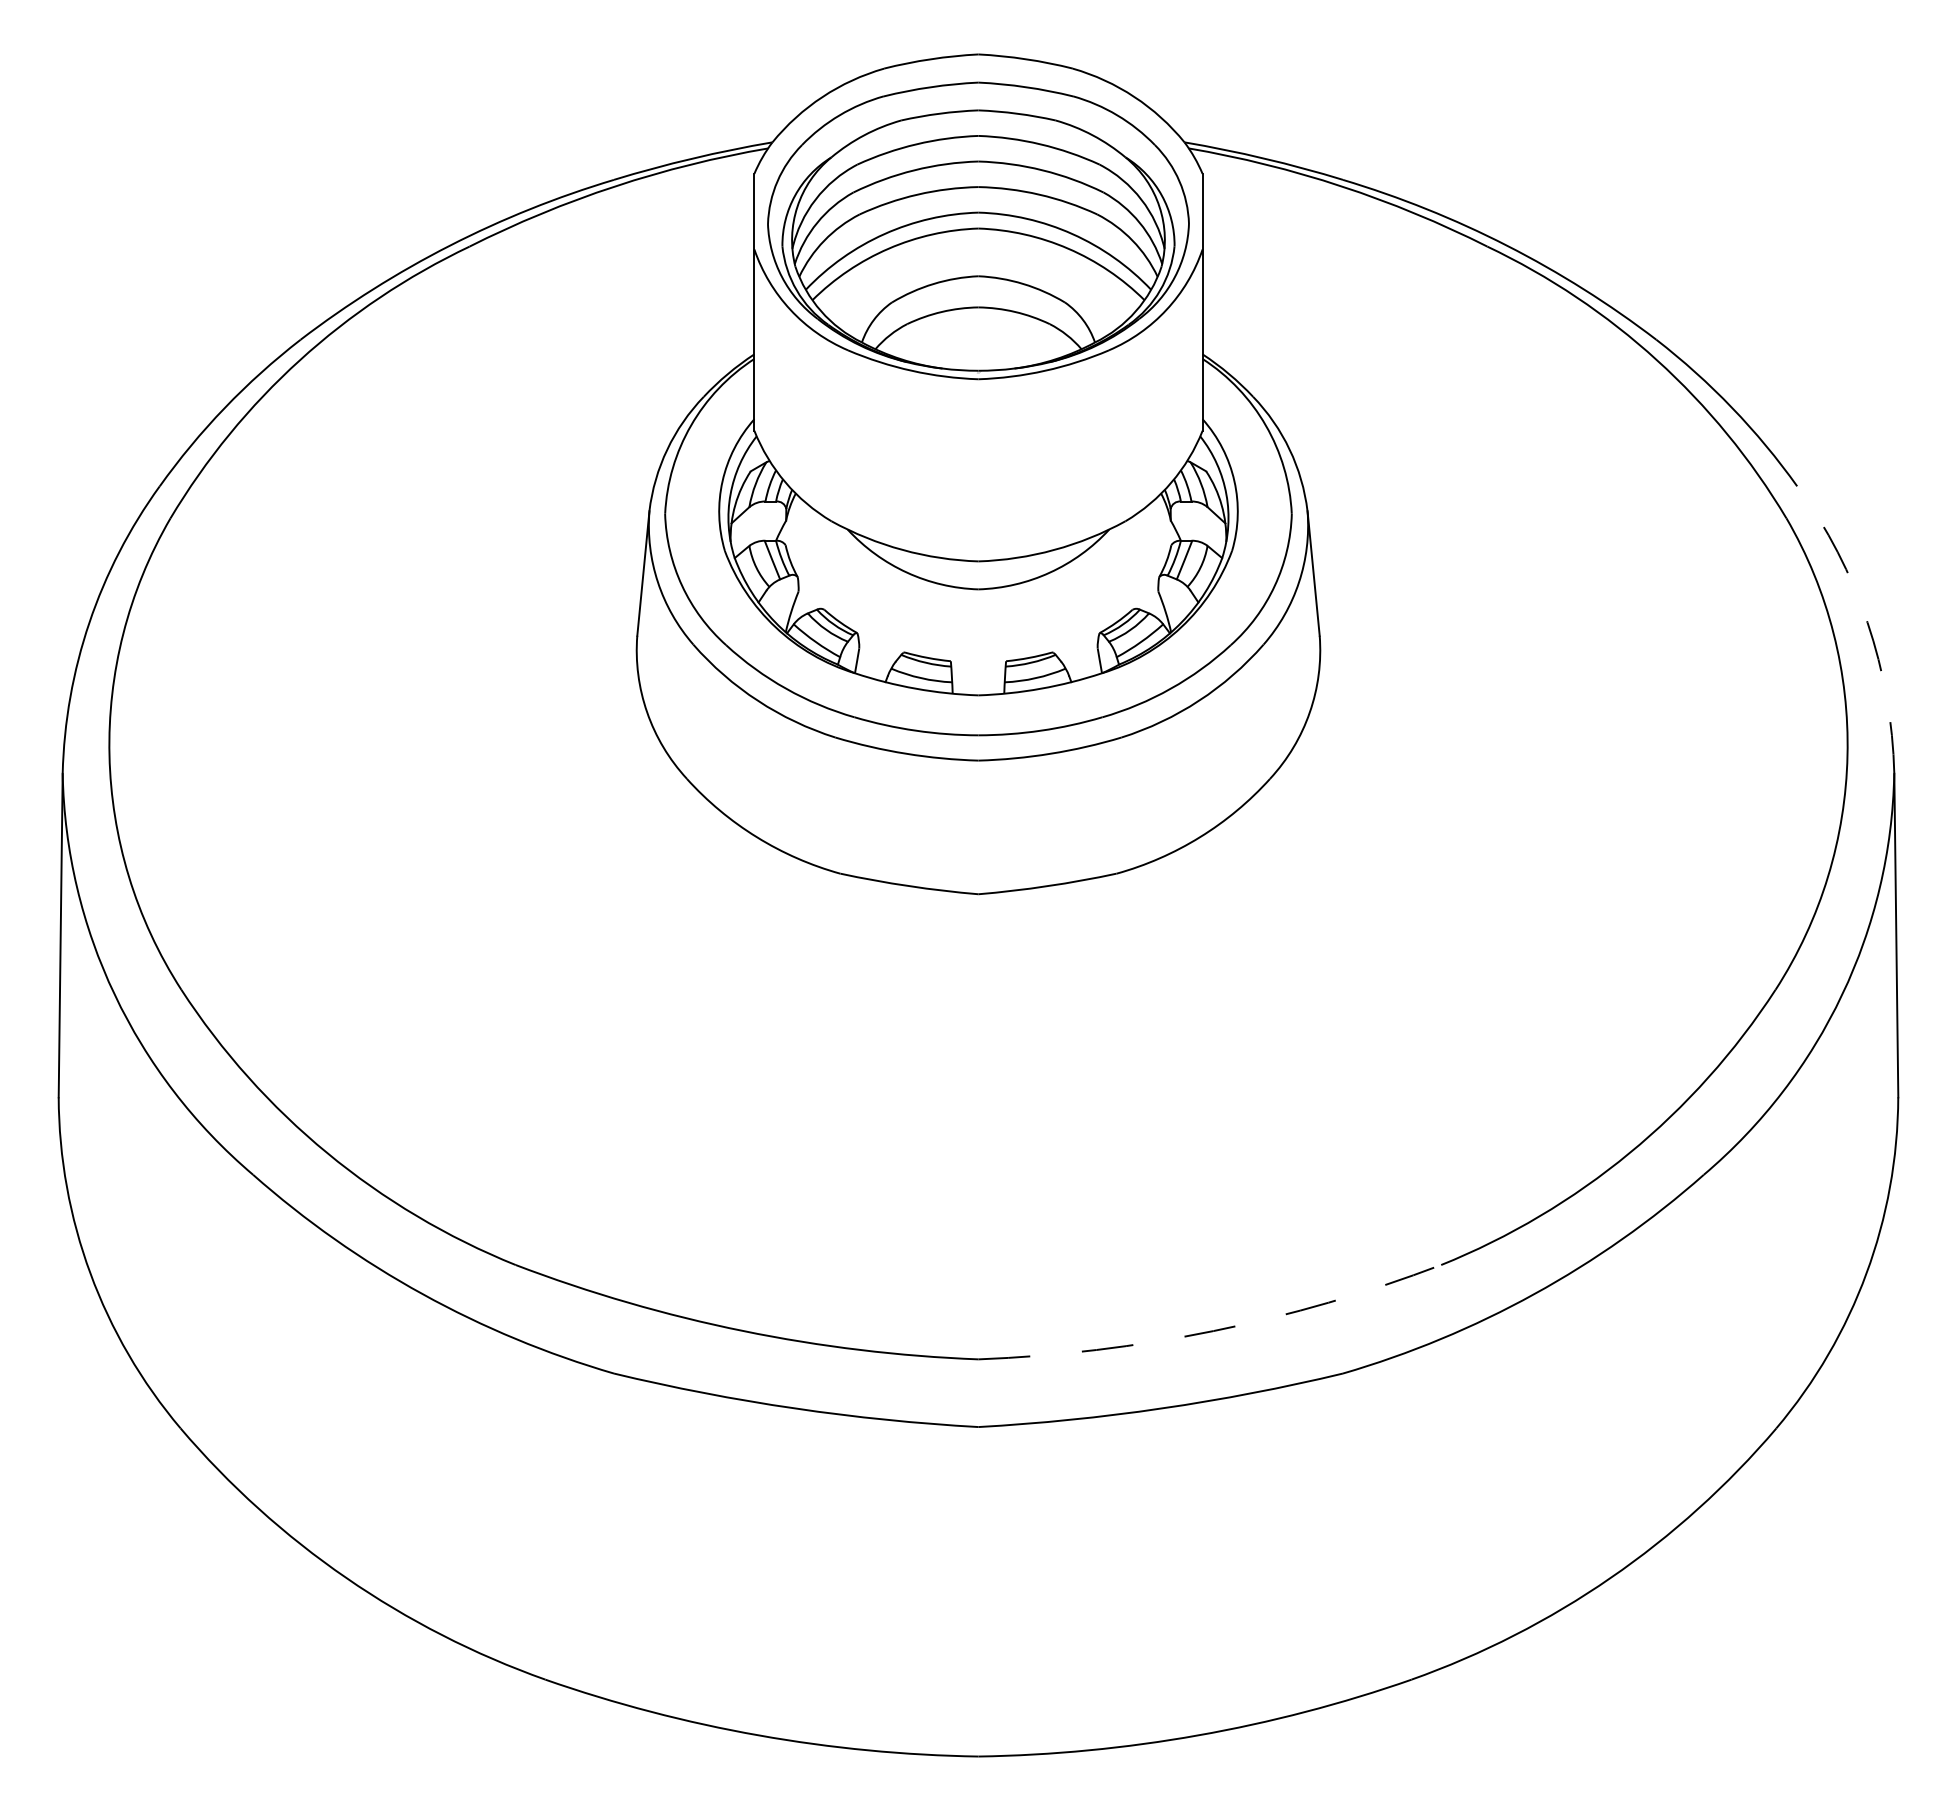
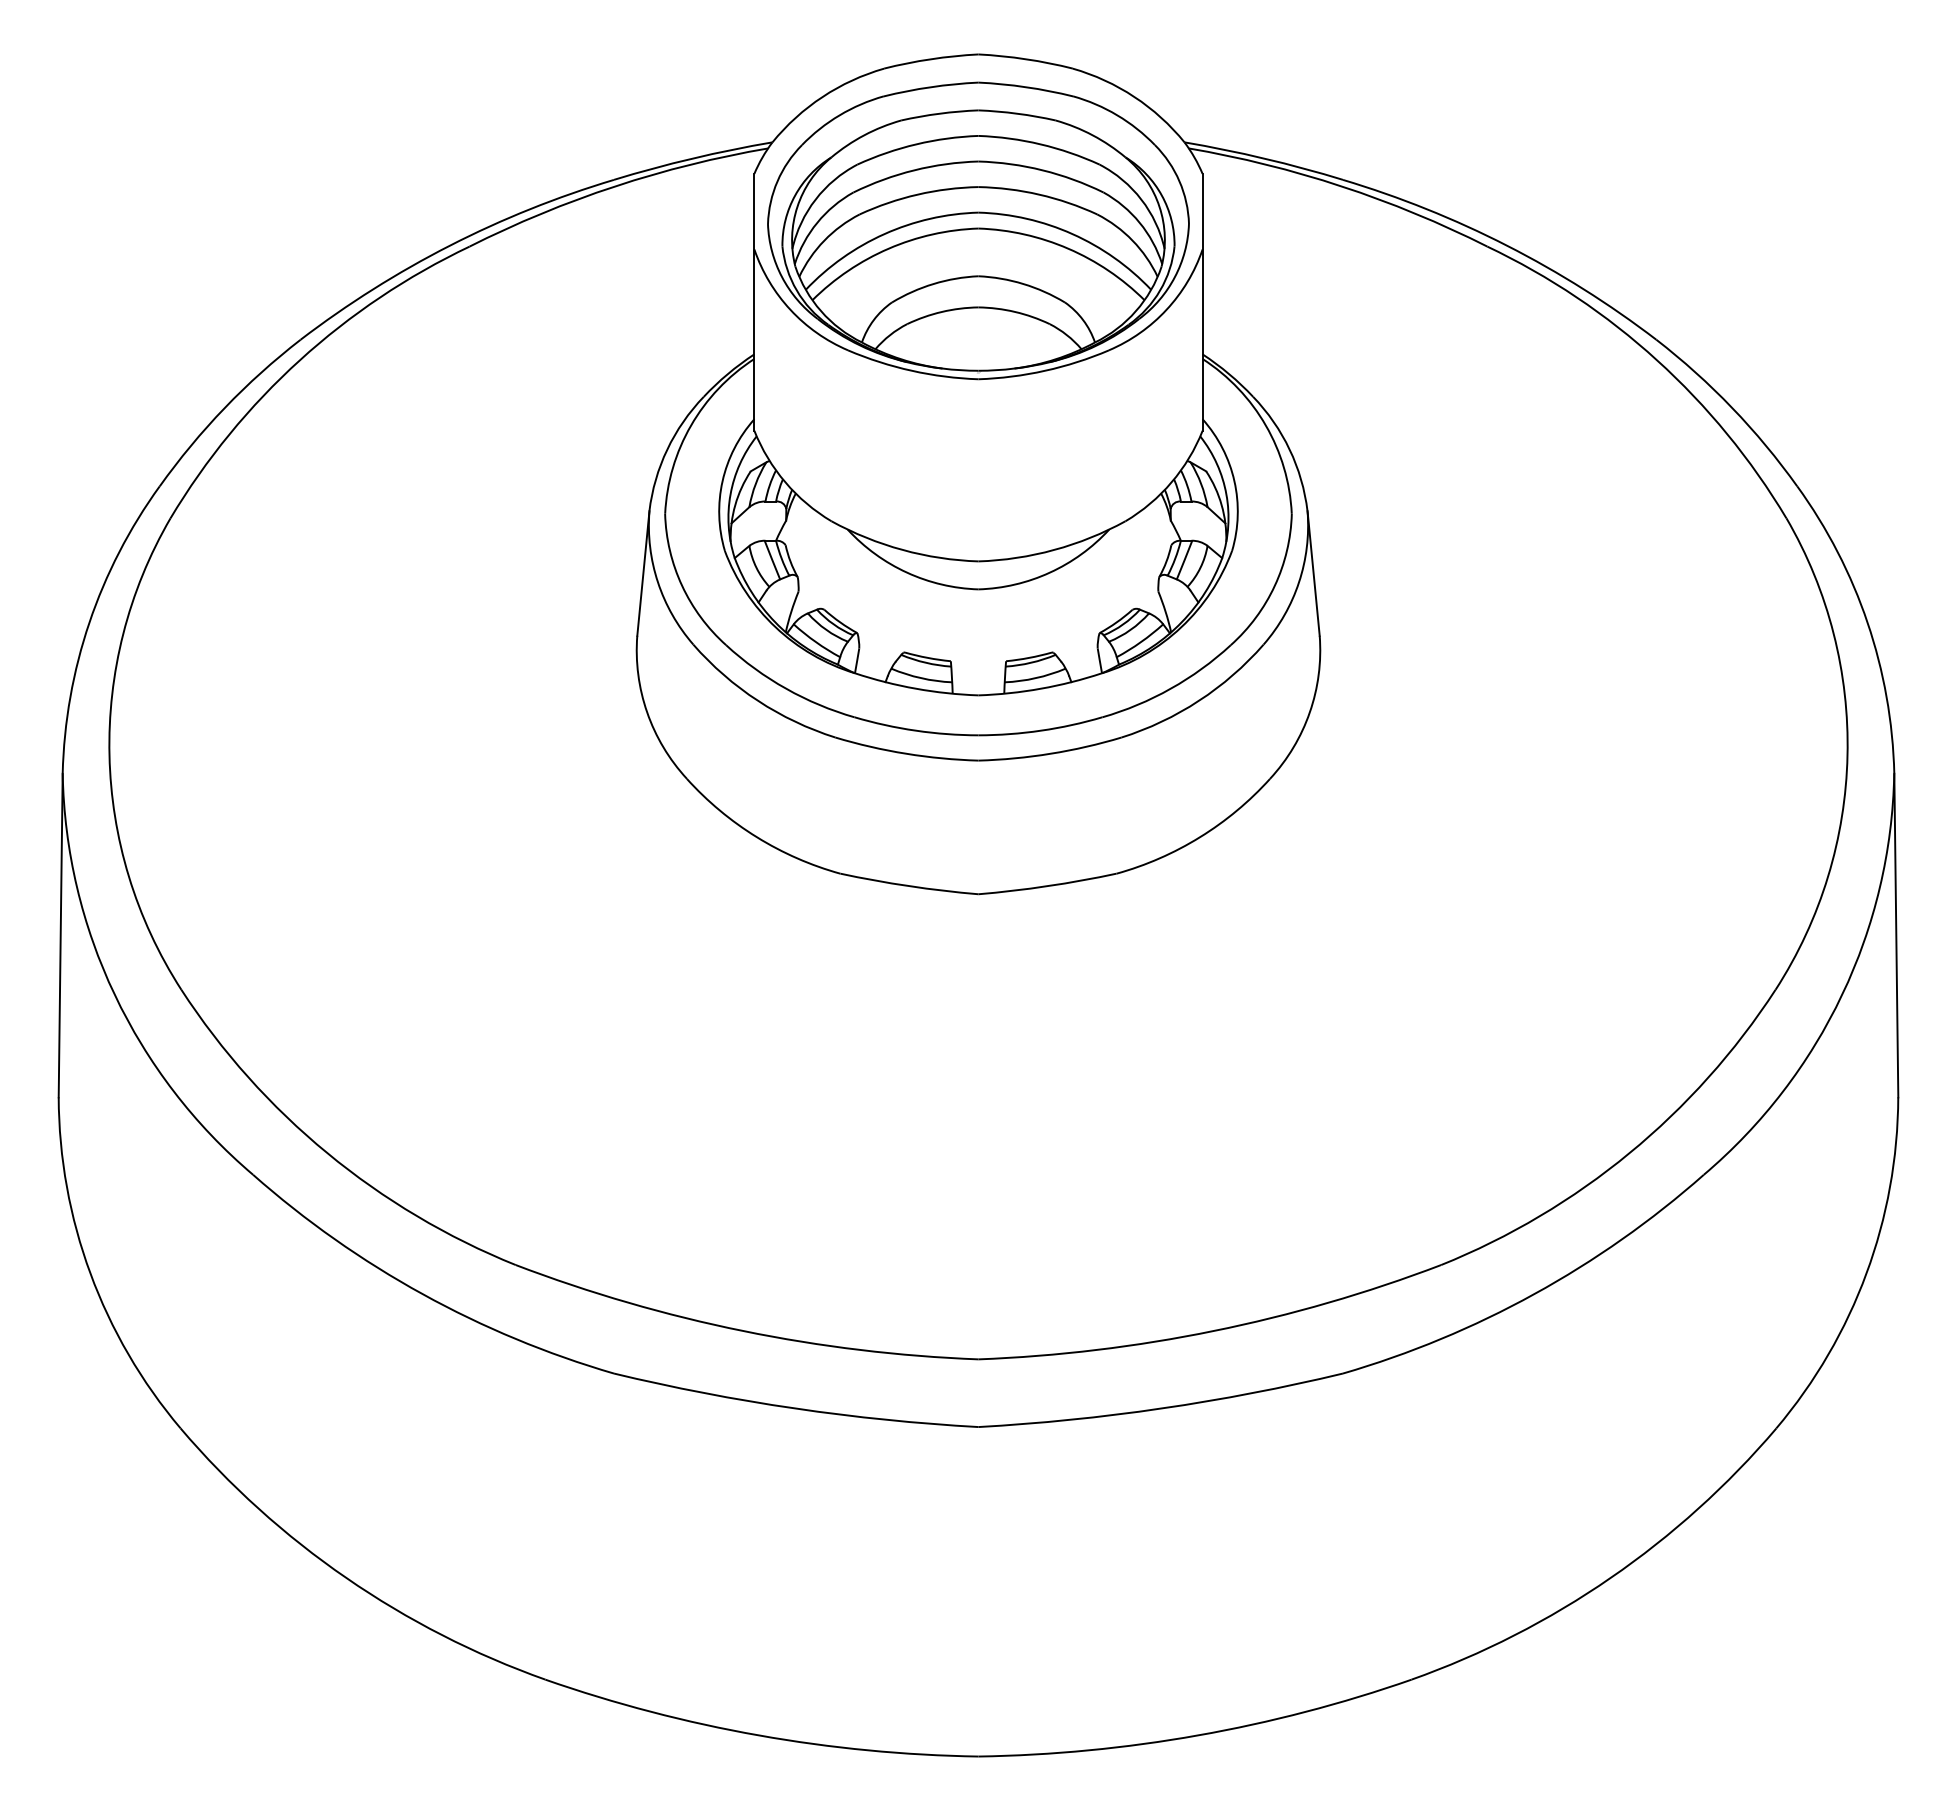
arc at (1867, 622): dashed -> solid
arc at (1213, 1331): dashed -> solid
